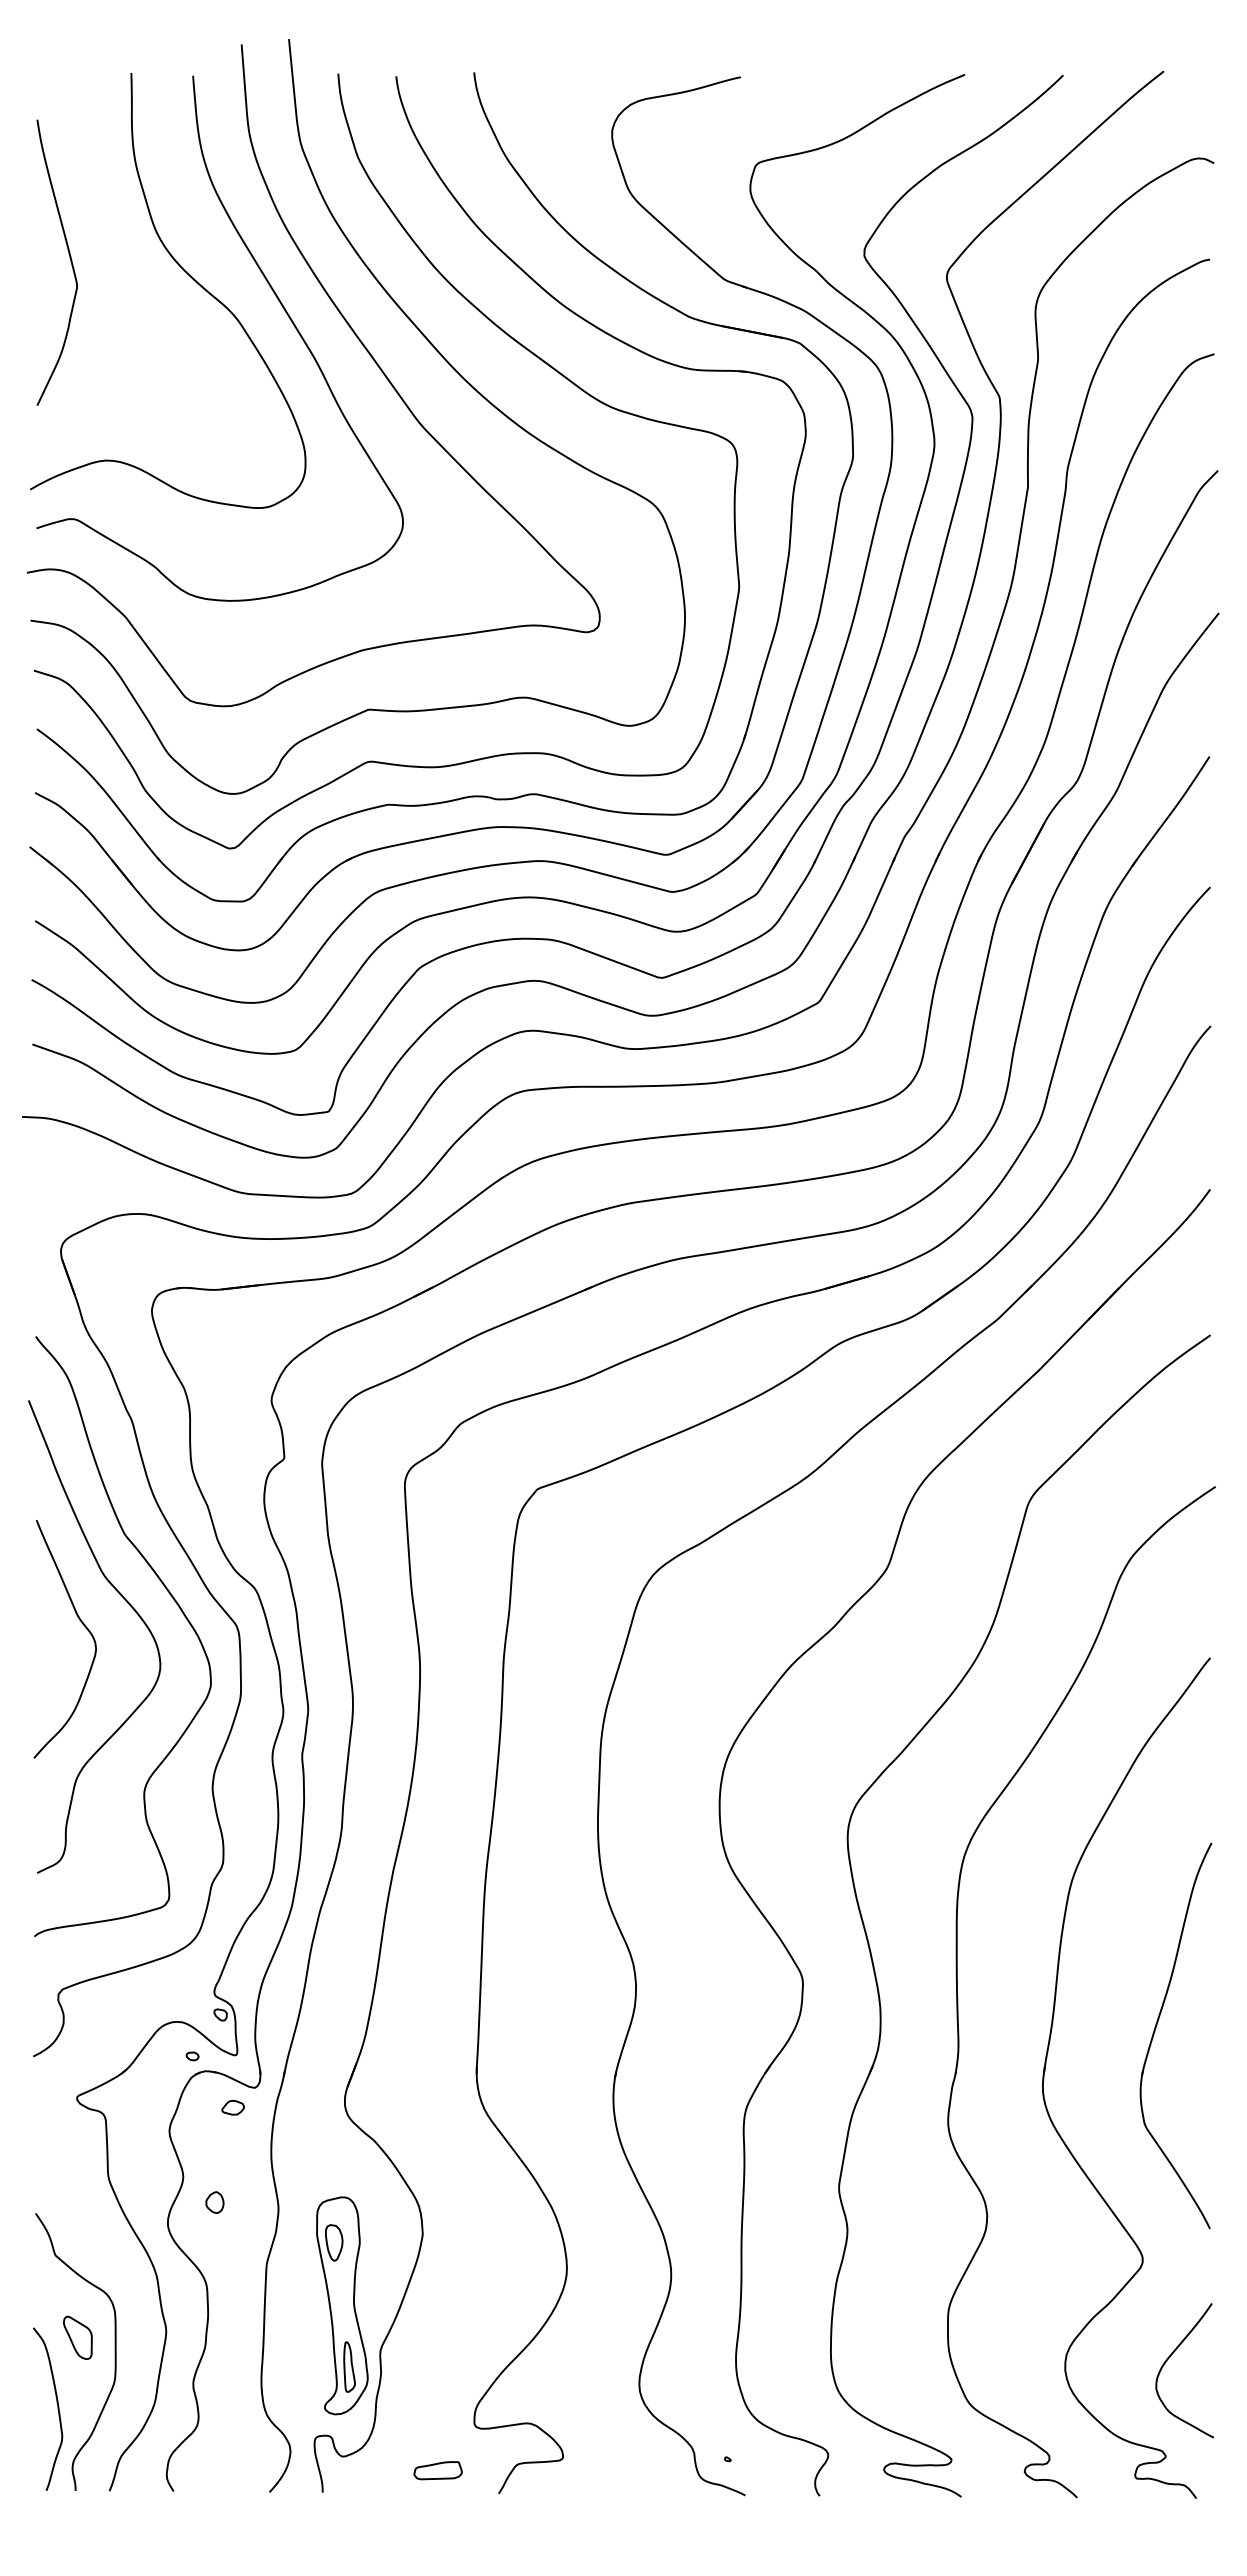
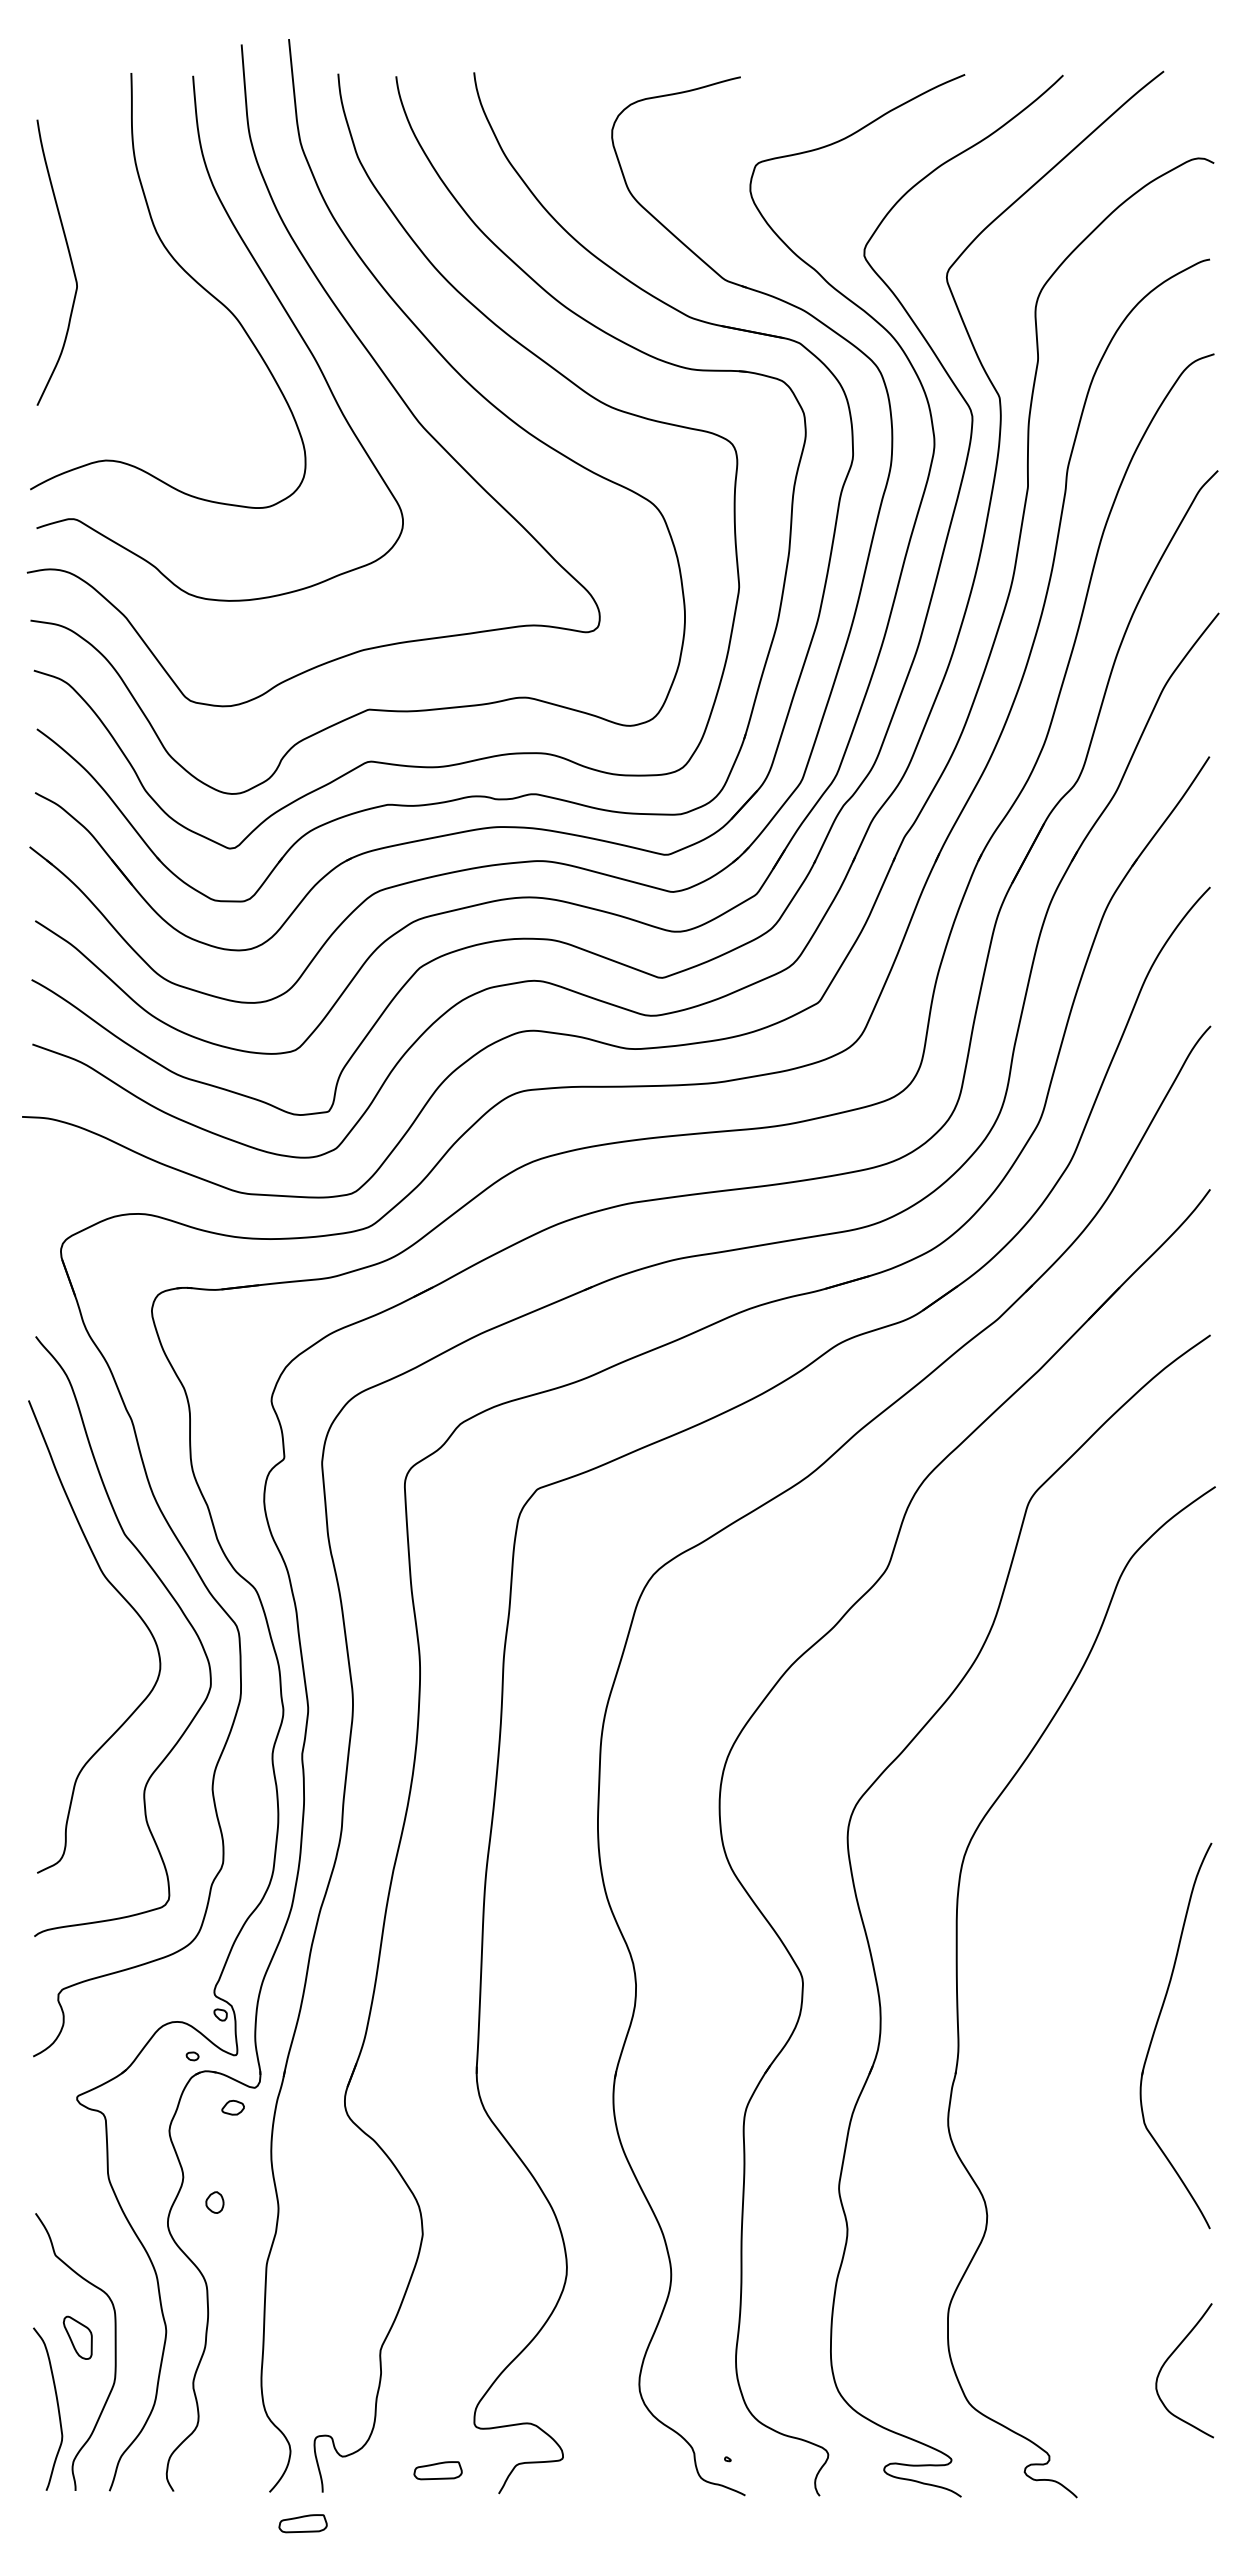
curve at (81, 1623): present -> none
part at (1046, 2064): present -> none
part at (342, 2305): present -> none
part at (302, 2523): none -> present
